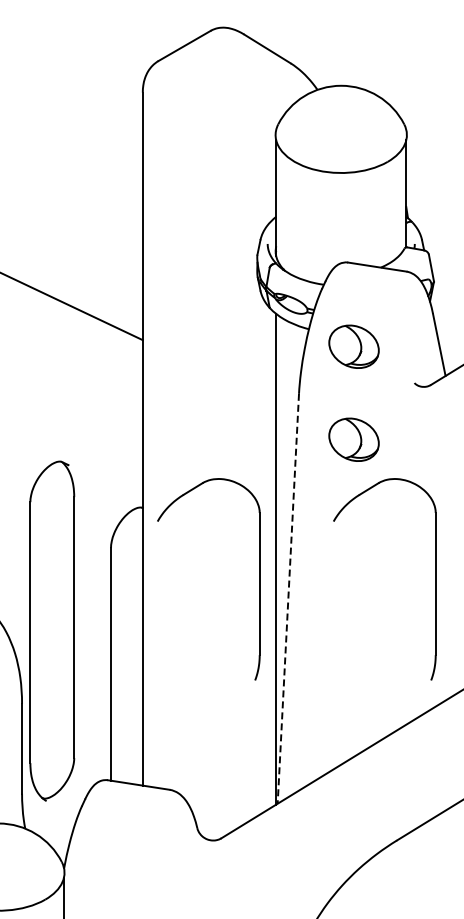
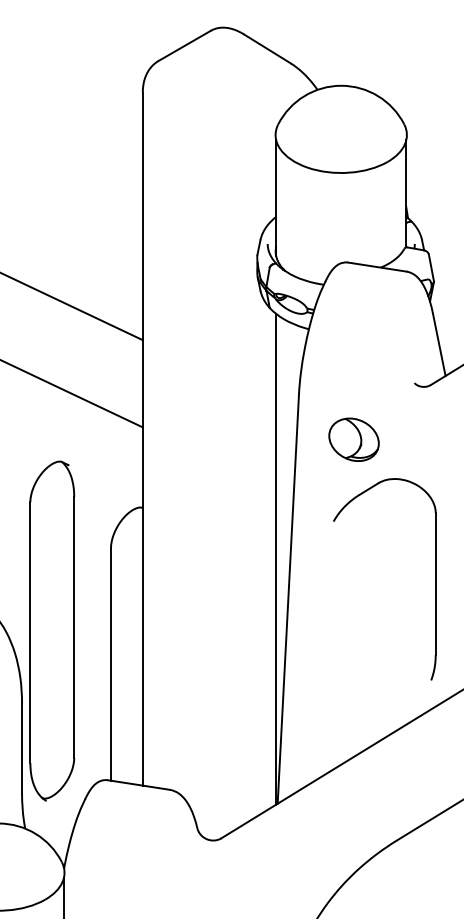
part at (353, 346): present -> none
line at (72, 393): none -> present
part at (259, 579): present -> none
line at (288, 599): dashed -> solid
